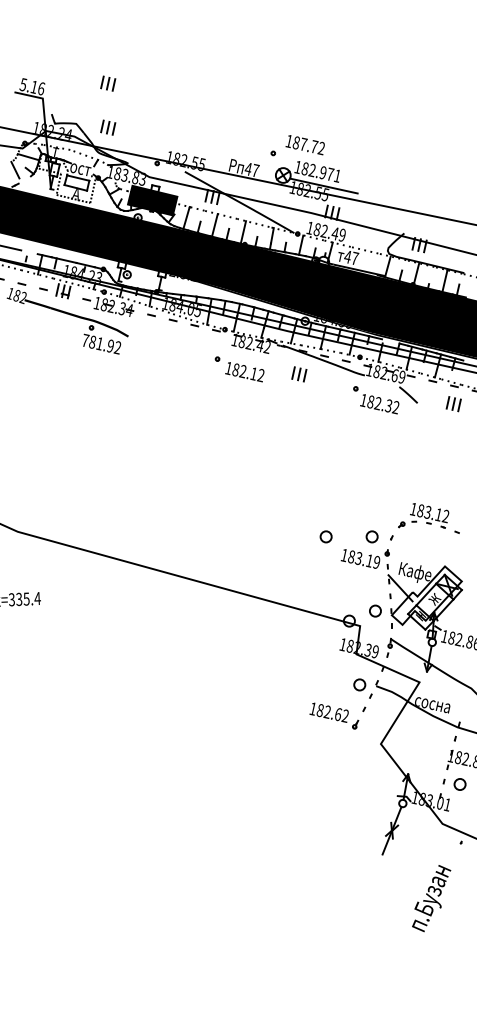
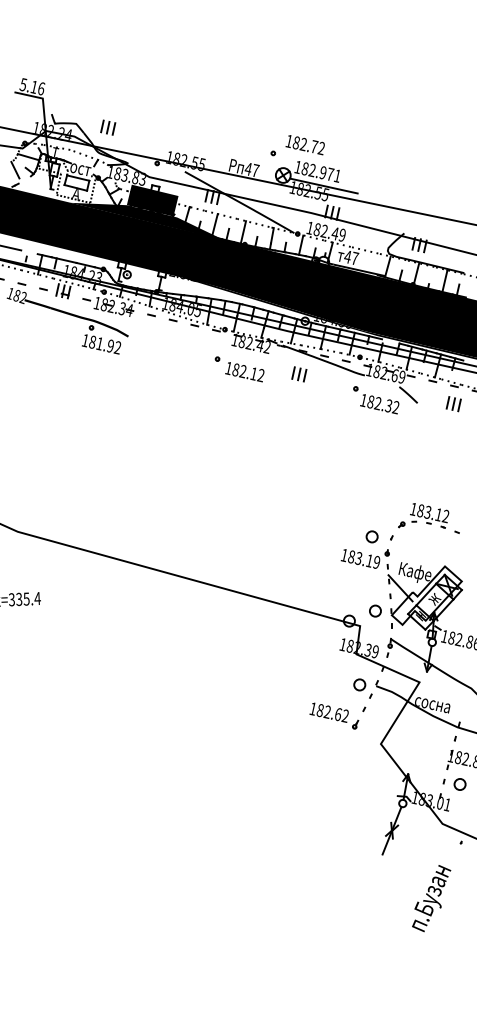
part at (108, 83): present -> none
text at (303, 144): 187.72 -> 182.72
fill at (147, 221): none -> present
text at (85, 340): 781.92 -> 181.92
part at (325, 536): present -> none
